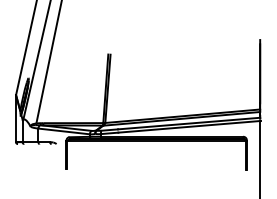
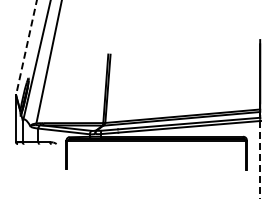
line at (26, 48): solid -> dashed
line at (260, 159): solid -> dashed
